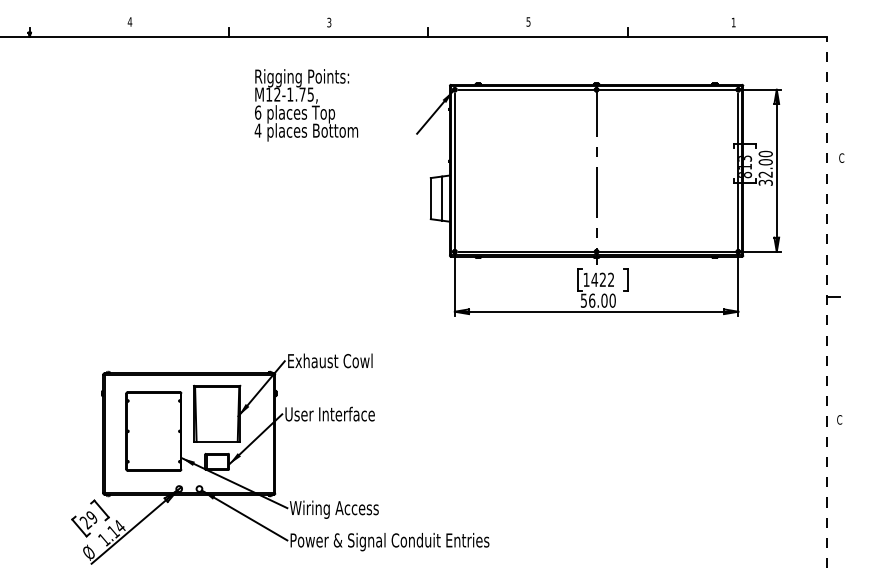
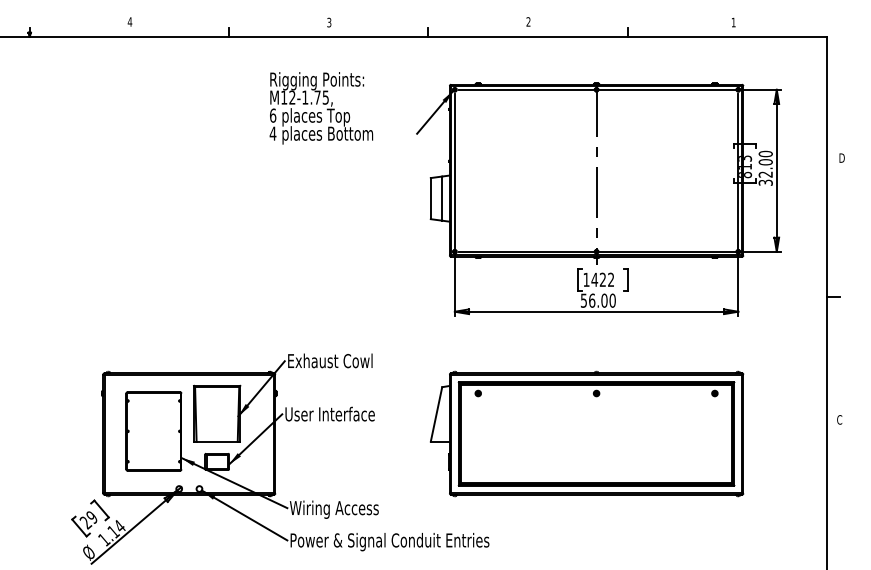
text at (528, 21): 5 -> 2
text at (306, 105) position: (306, 105) -> (321, 108)
text at (841, 157): C -> D
line at (826, 302): dashed -> solid
part at (587, 433): none -> present
